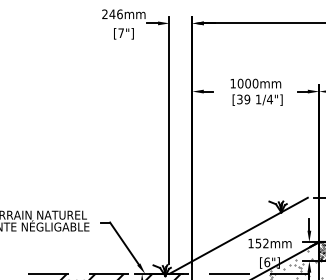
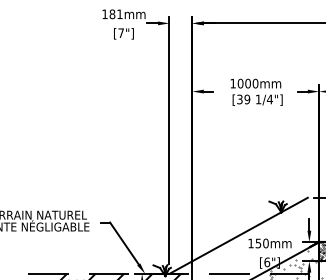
text at (112, 14): 246mm -> 181mm
text at (265, 243): 152mm -> 150mm
